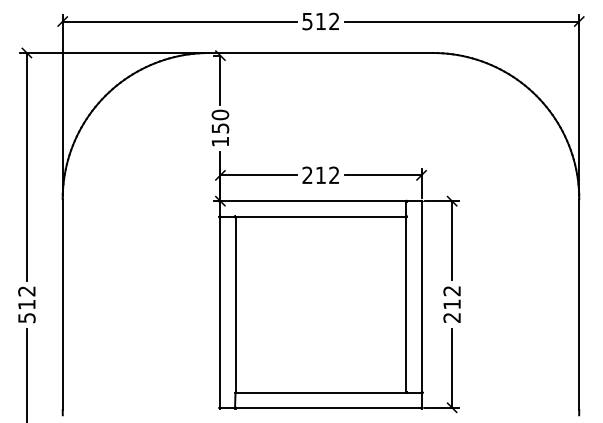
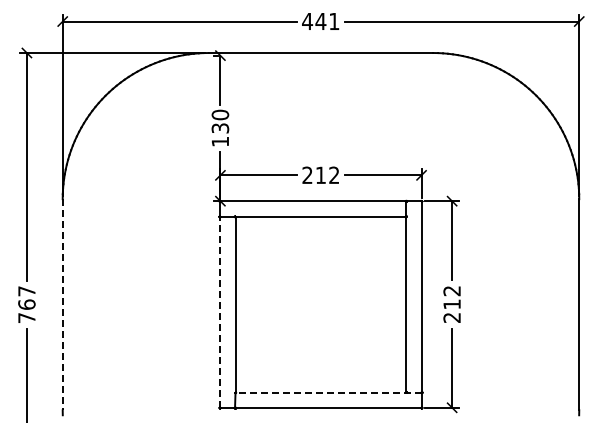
text at (320, 21): 512 -> 441
text at (219, 127): 150 -> 130
text at (26, 304): 512 -> 767
line at (62, 304): solid -> dashed
line at (219, 312): solid -> dashed
line at (328, 392): solid -> dashed
